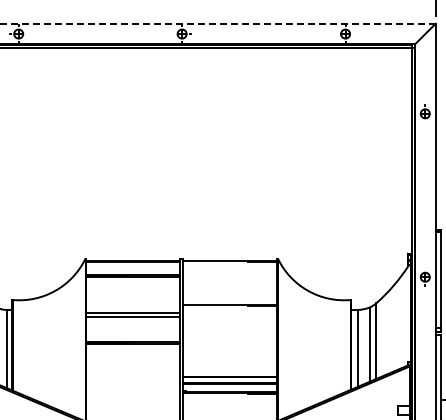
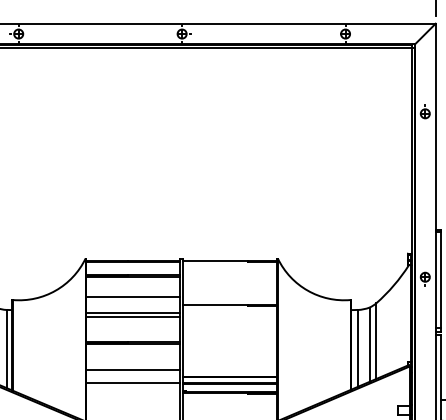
line at (218, 23): dashed -> solid
line at (133, 296): none -> present
line at (133, 370): none -> present
line at (133, 383): none -> present
